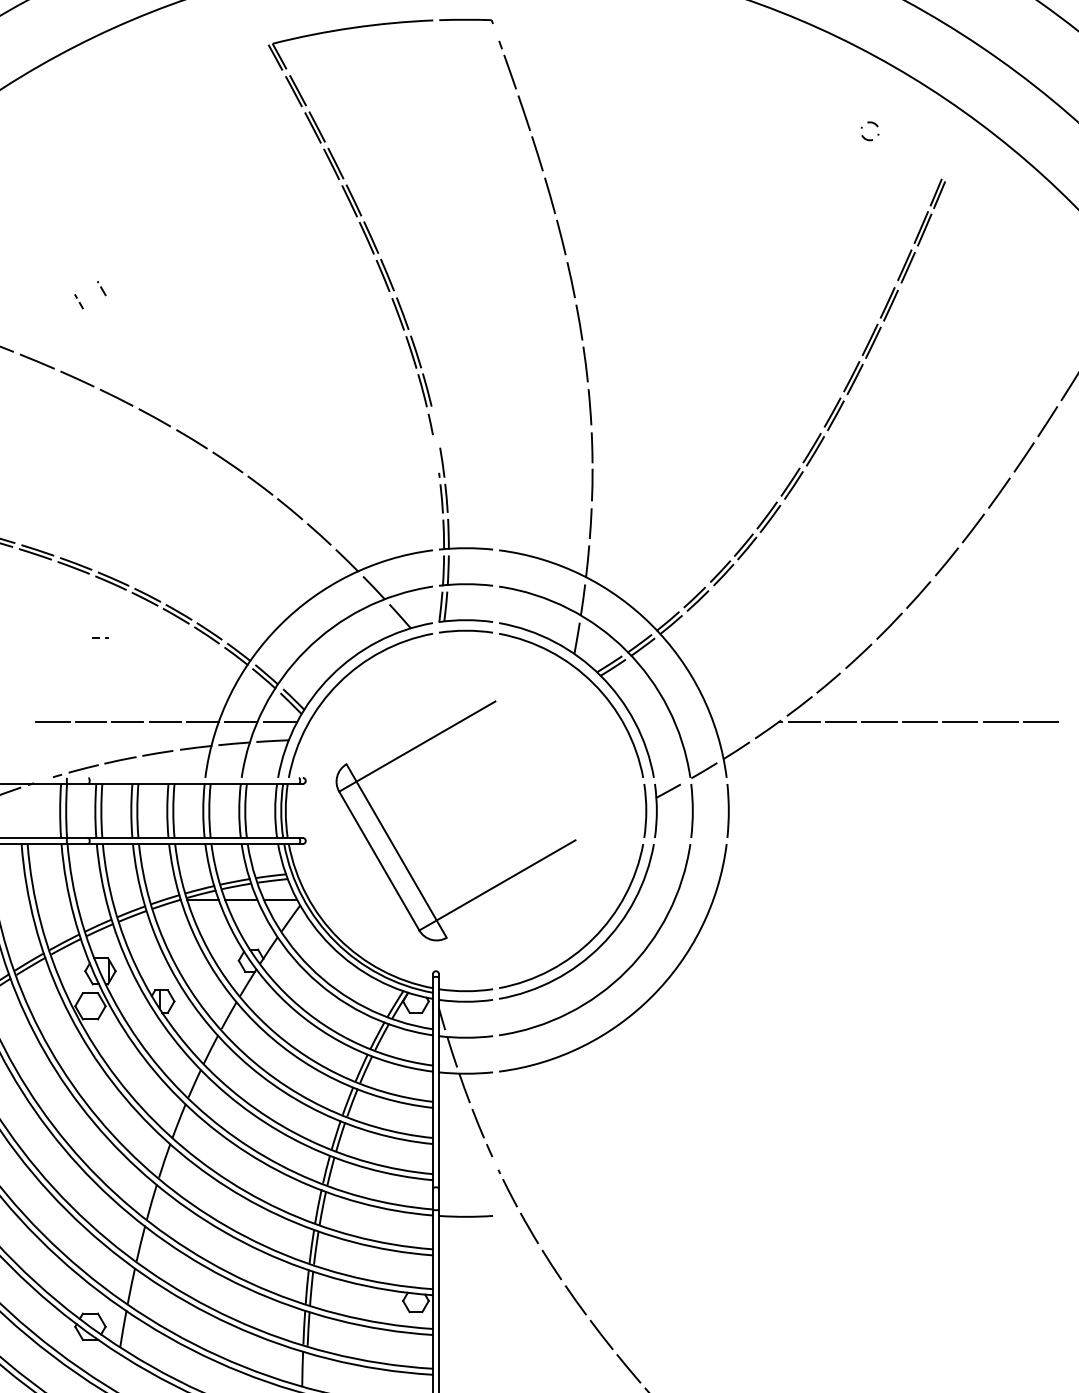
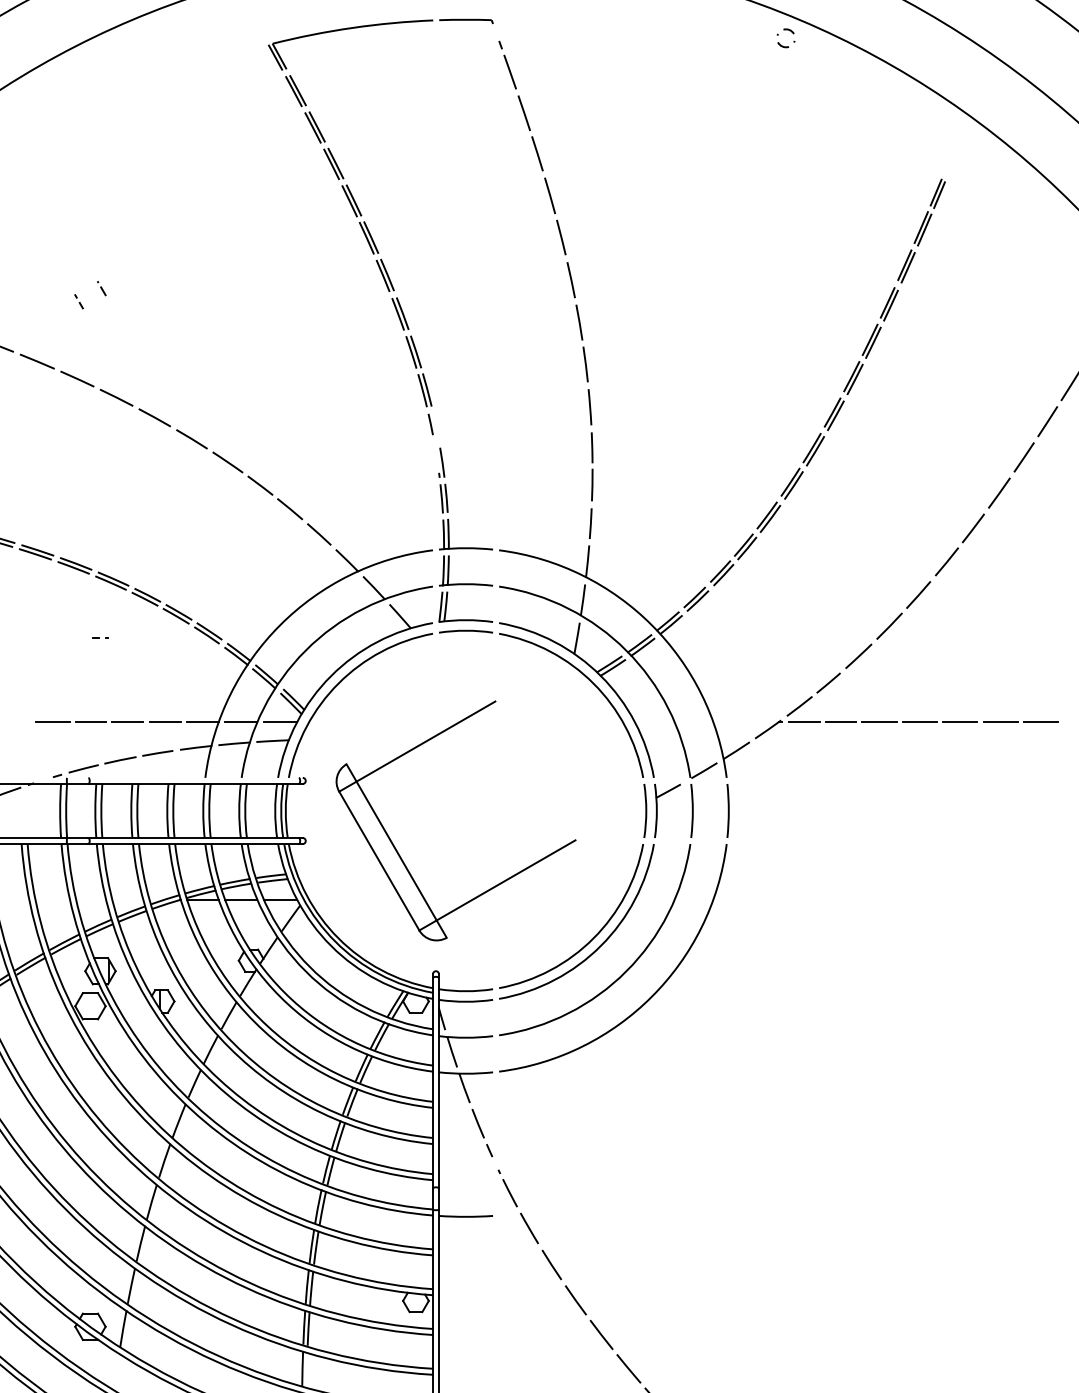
part at (863, 135) position: (863, 135) -> (779, 42)
